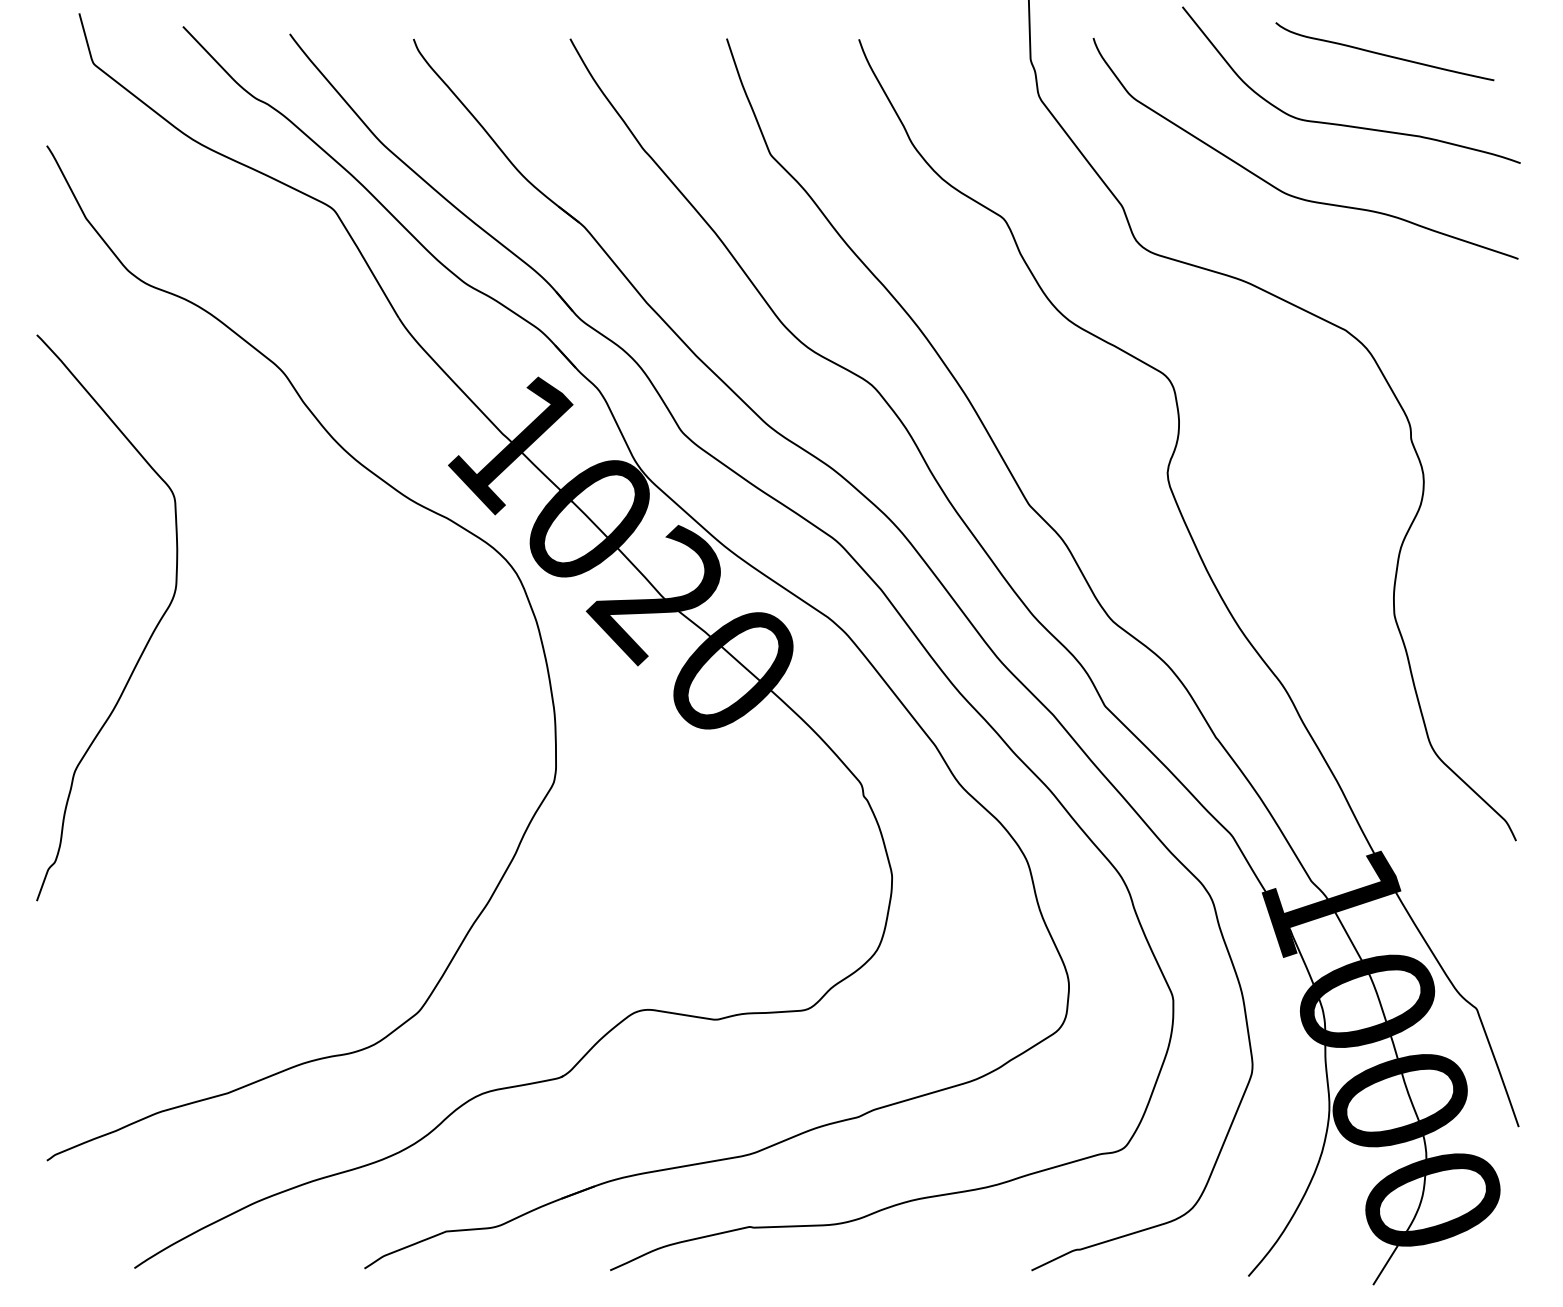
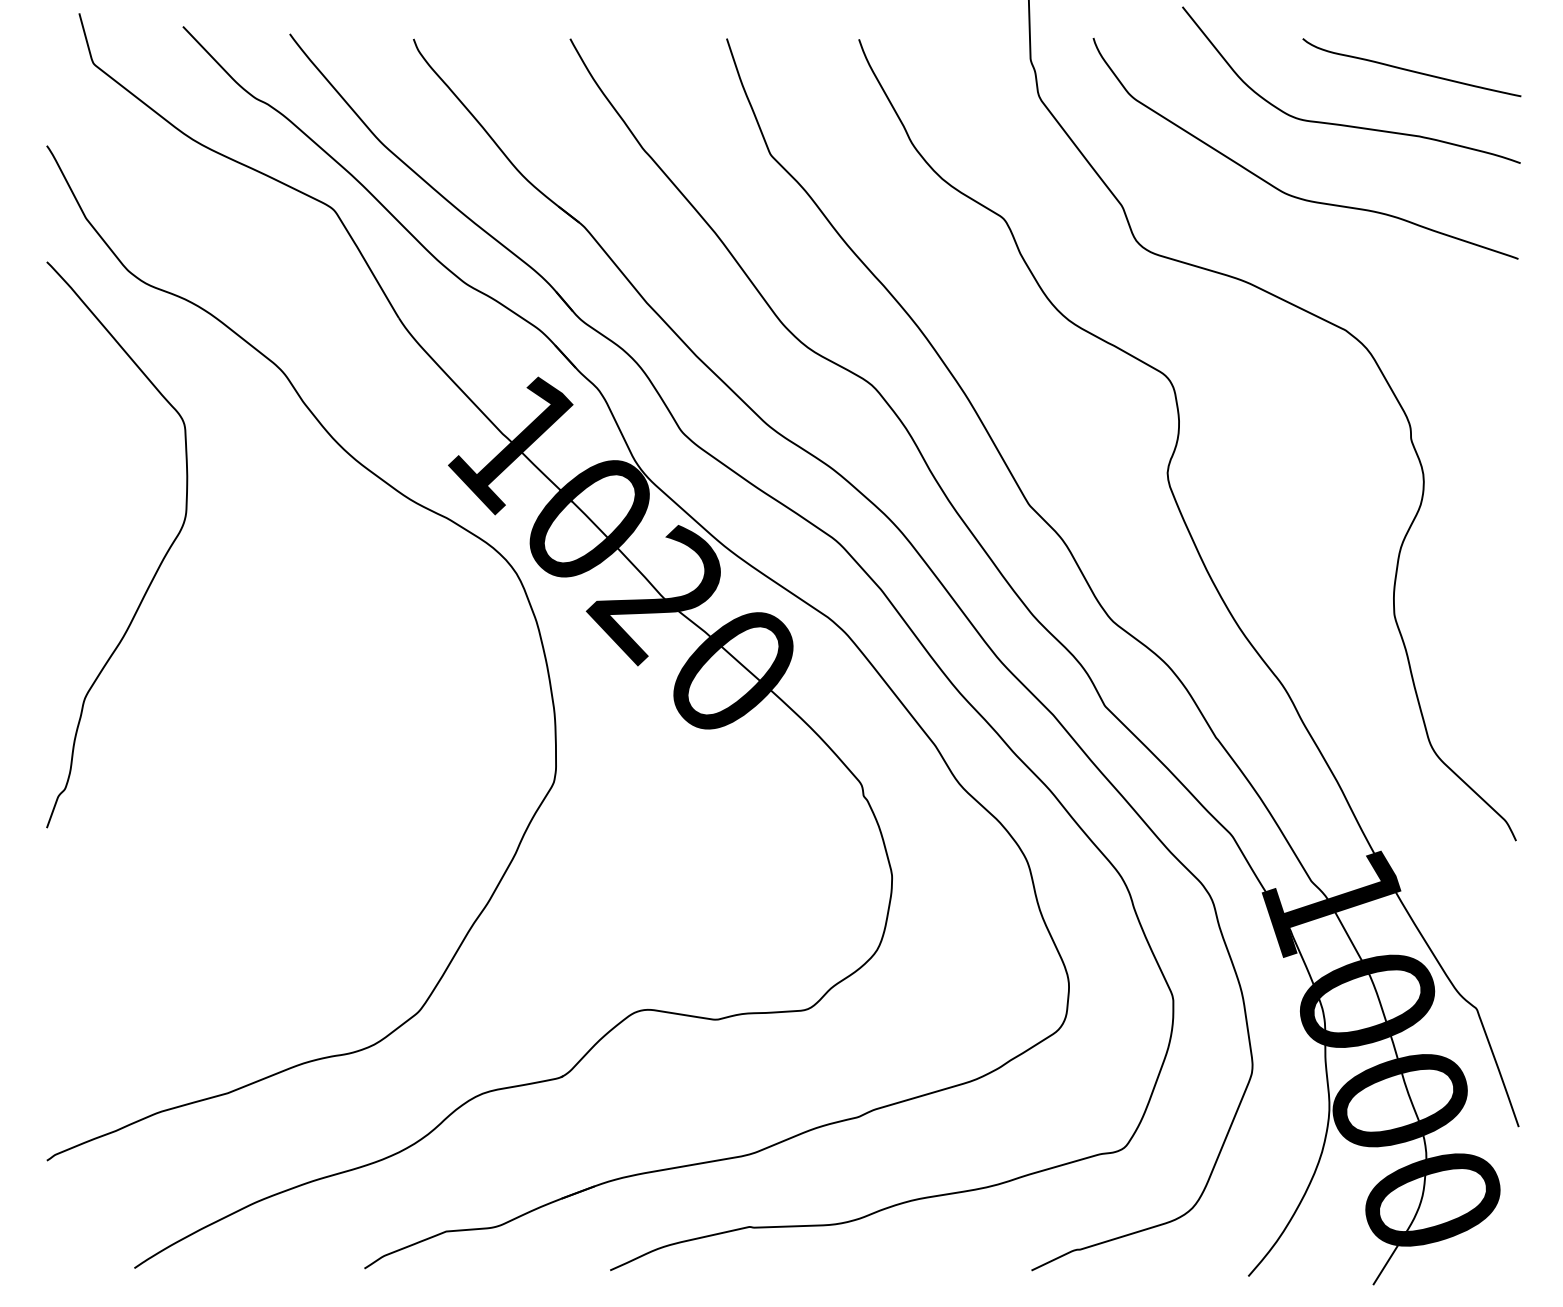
curve at (1383, 53) position: (1383, 53) -> (1410, 69)
curve at (149, 637) position: (149, 637) -> (159, 564)
